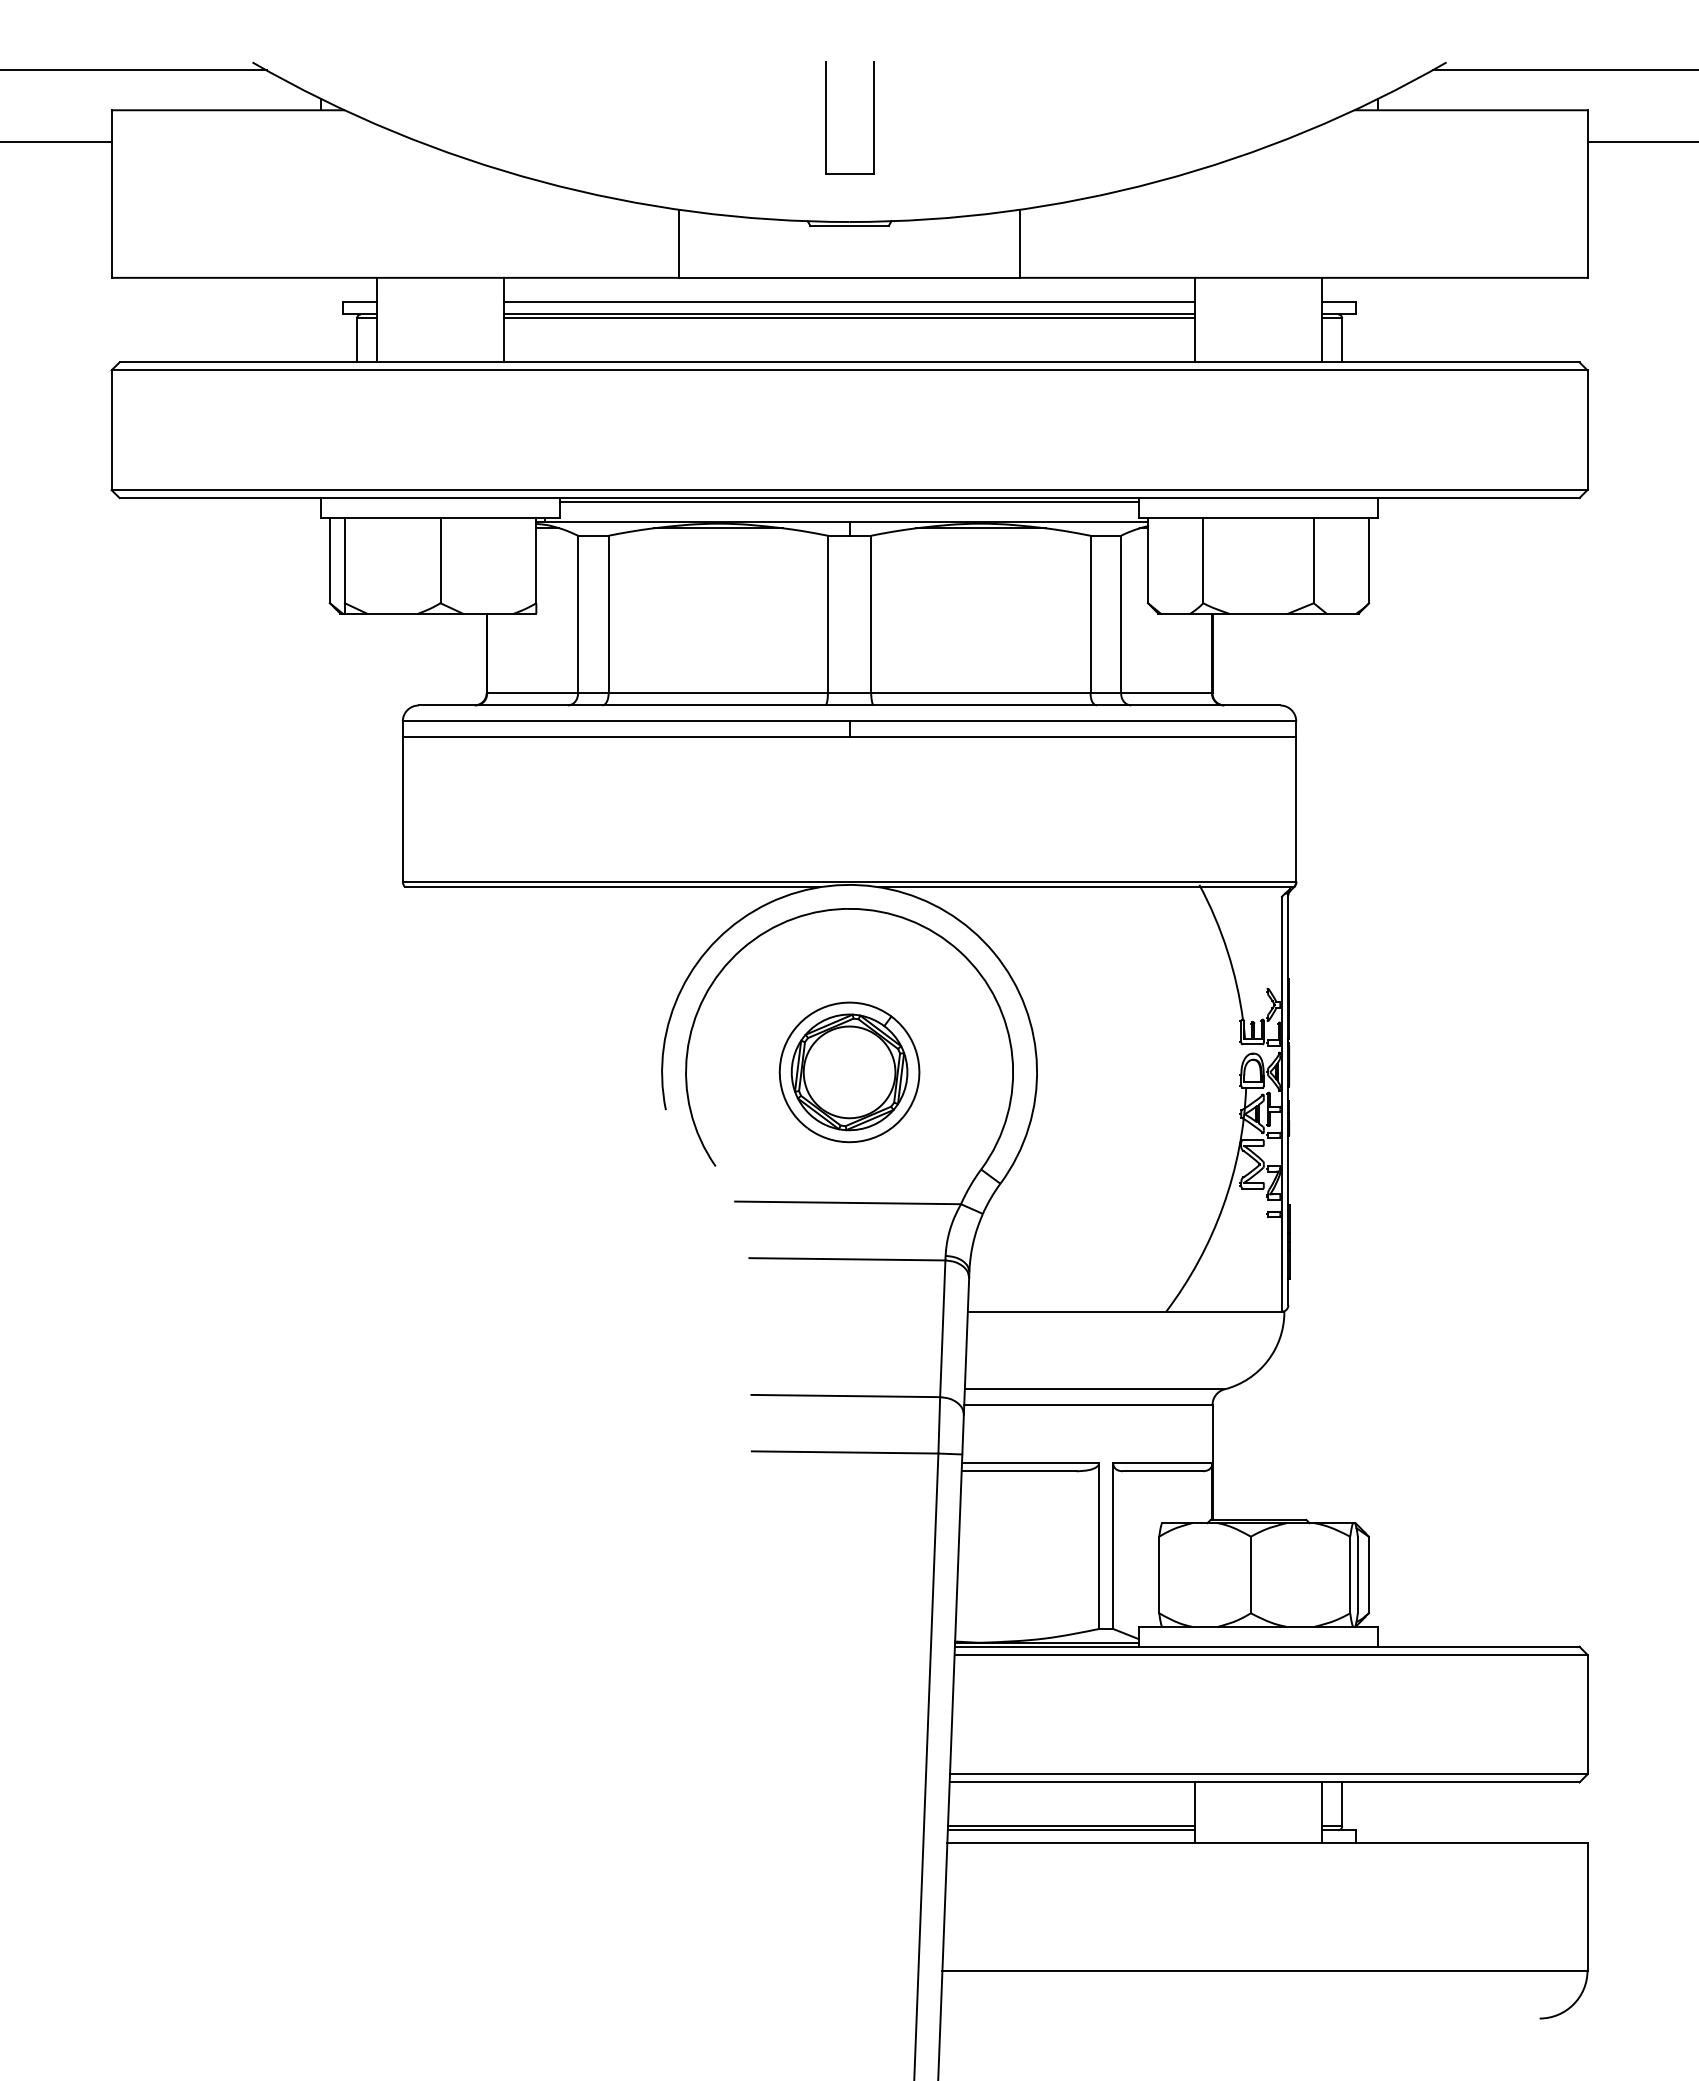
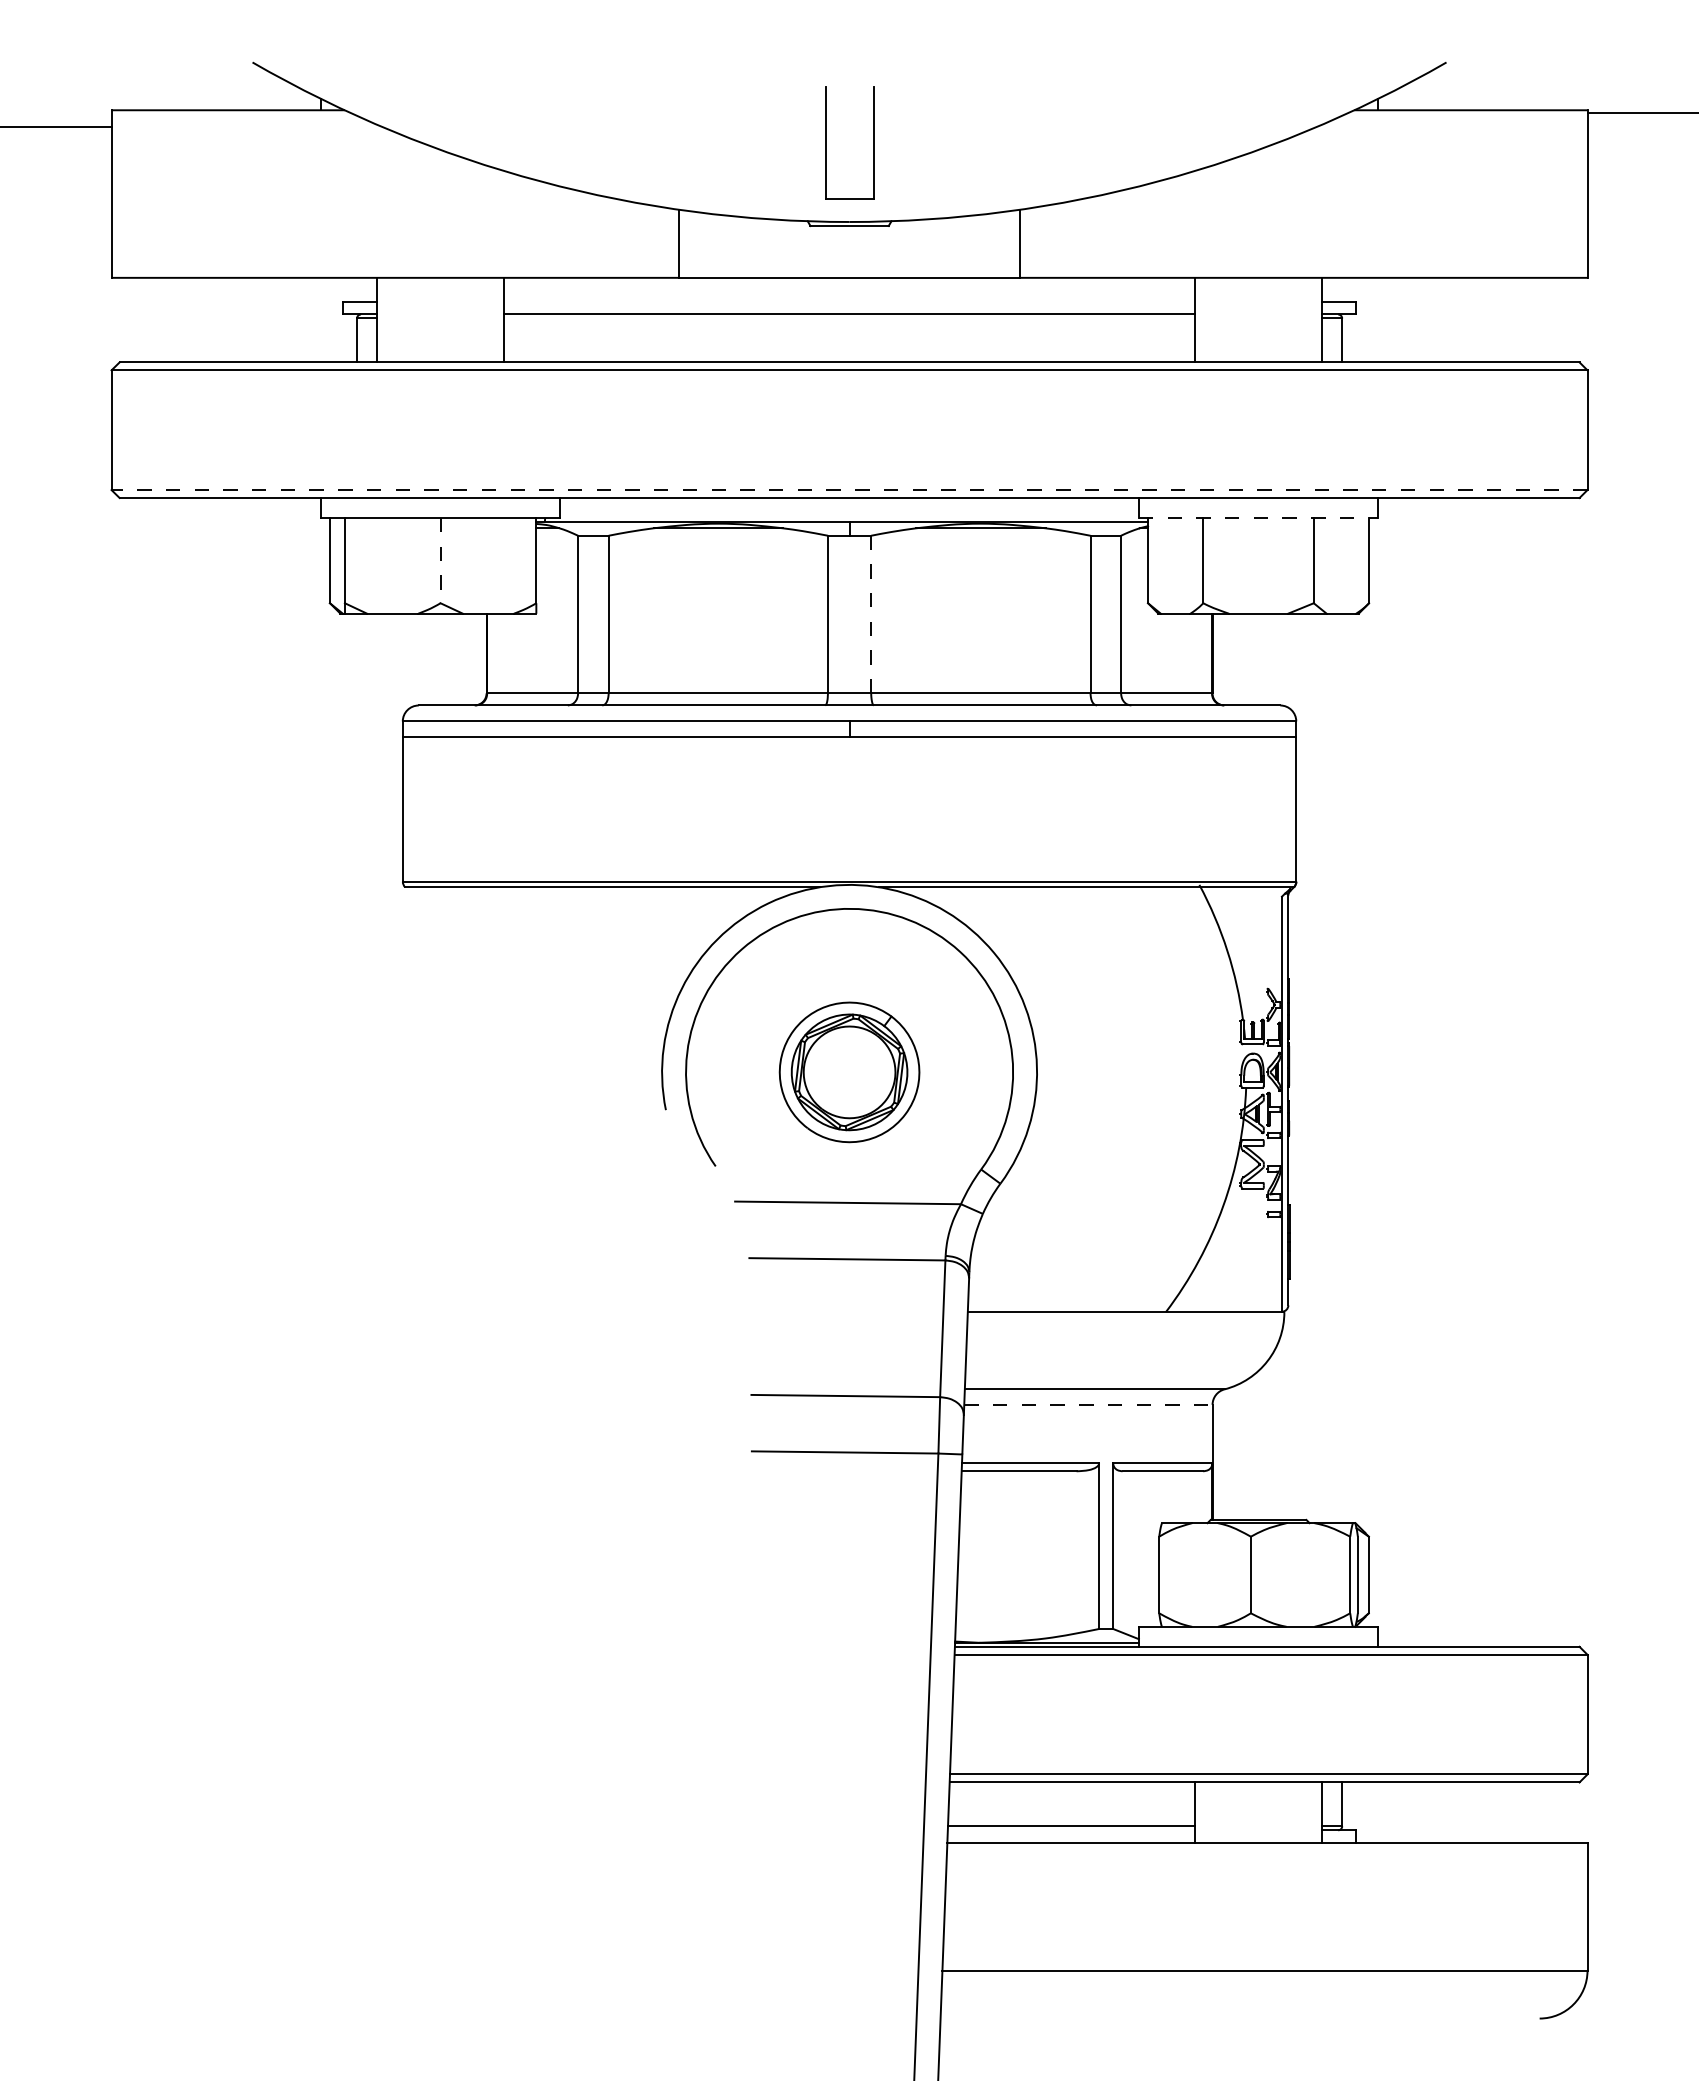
line at (134, 70): present -> none
line at (1563, 70): present -> none
part at (826, 117) position: (826, 117) -> (826, 142)
line at (56, 142) position: (56, 142) -> (56, 127)
line at (1641, 142) position: (1641, 142) -> (1641, 113)
line at (849, 301): present -> none
line at (849, 318): present -> none
line at (849, 490): solid -> dashed
line at (849, 502): present -> none
line at (1258, 517): solid -> dashed
line at (440, 560): solid -> dashed
line at (871, 614): solid -> dashed
line at (1088, 1404): solid -> dashed
line at (1070, 1830): present -> none
